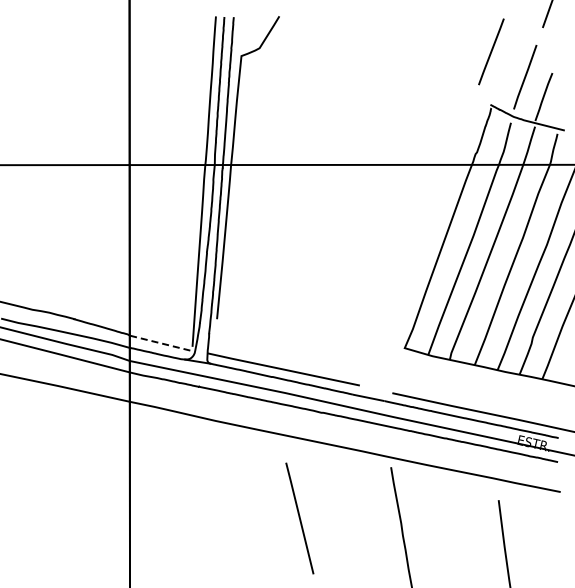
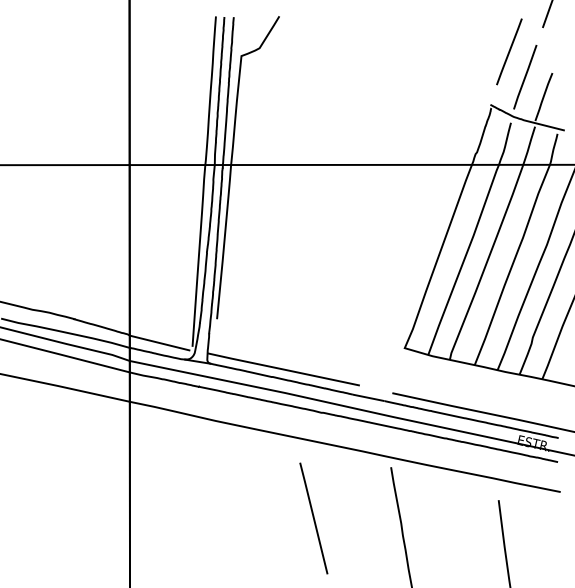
line at (491, 51) position: (491, 51) -> (509, 51)
line at (159, 343): dashed -> solid
line at (299, 518) position: (299, 518) -> (313, 518)
